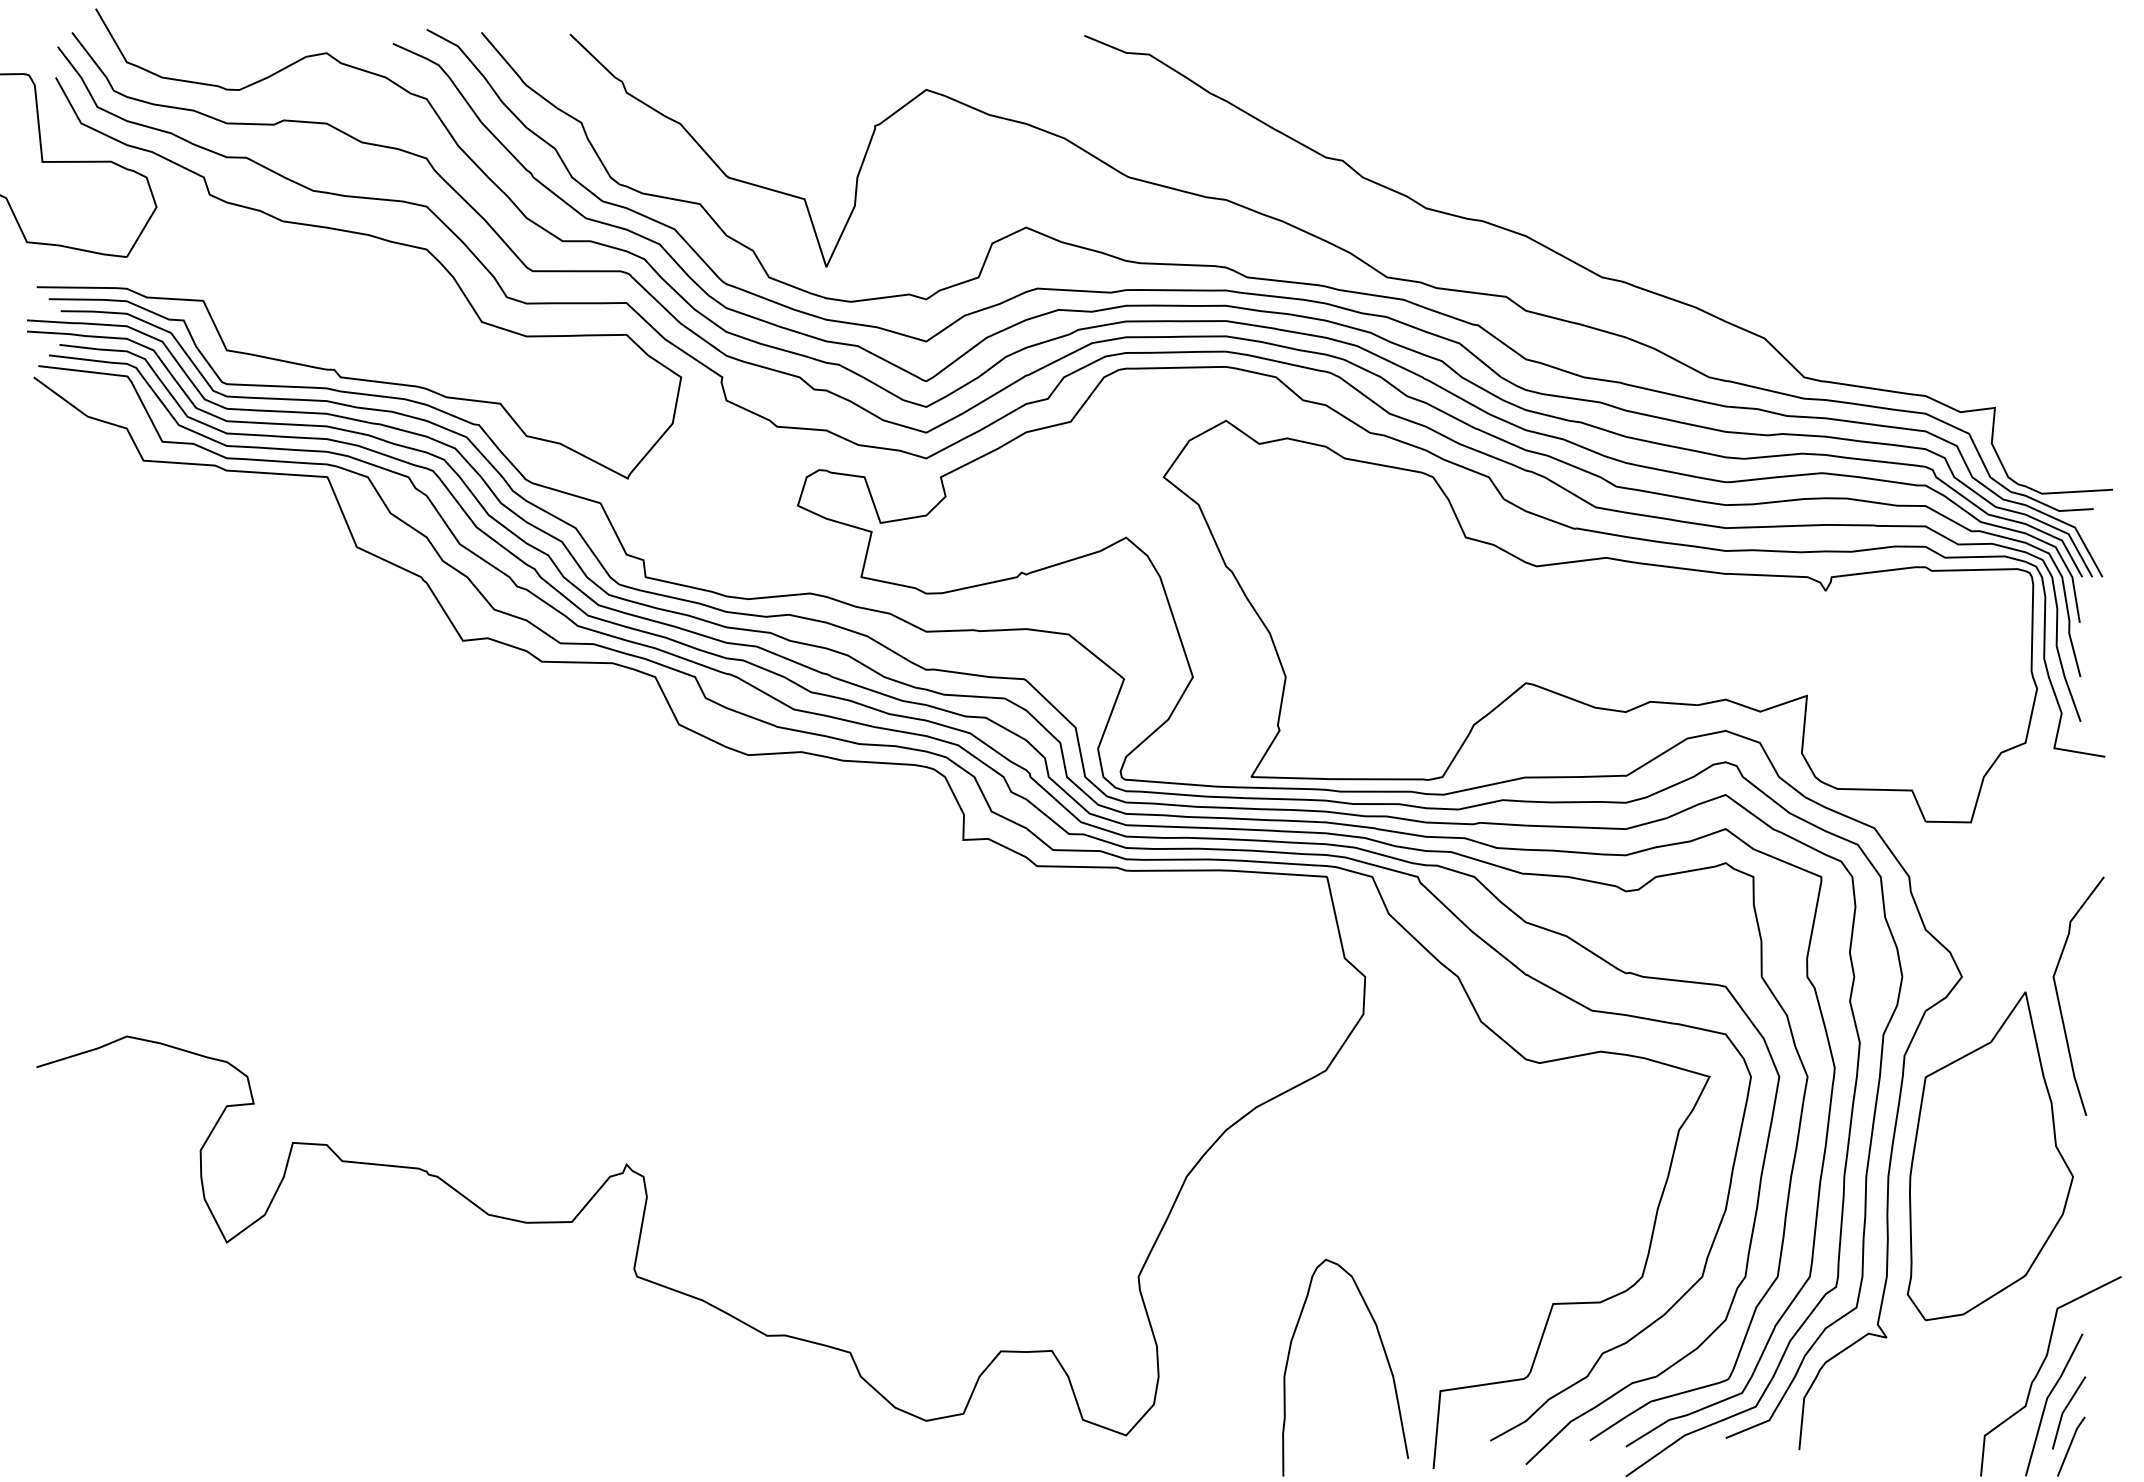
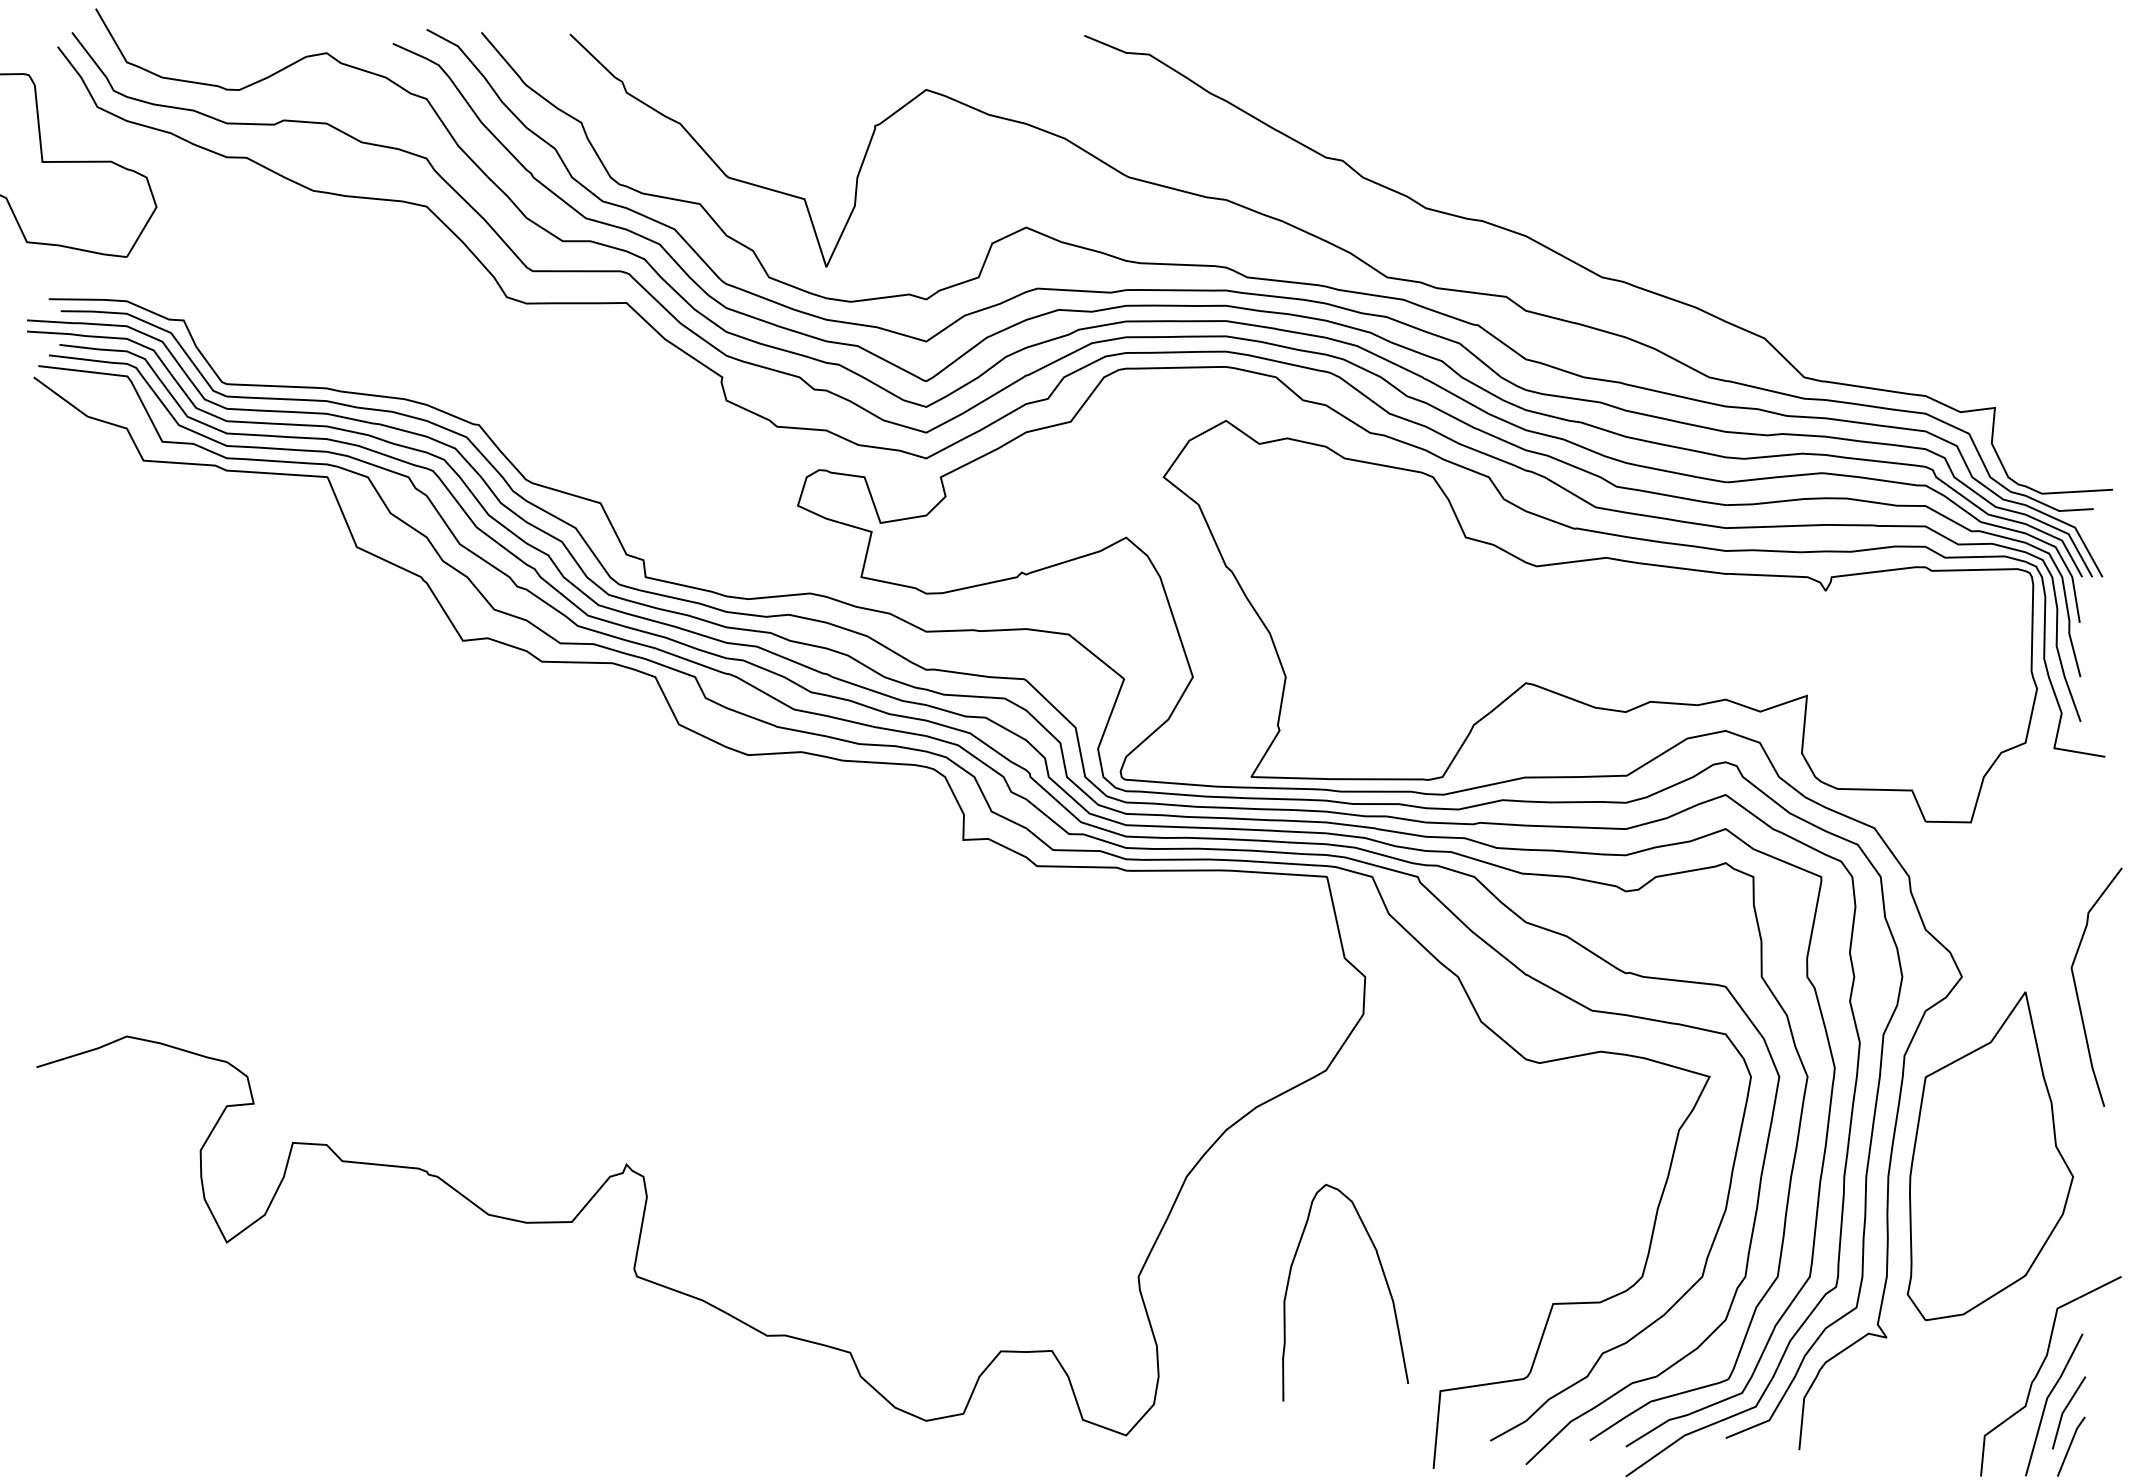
curve at (372, 237): present -> none
curve at (2059, 999) position: (2059, 999) -> (2077, 990)
curve at (1384, 1353) position: (1384, 1353) -> (1384, 1278)
